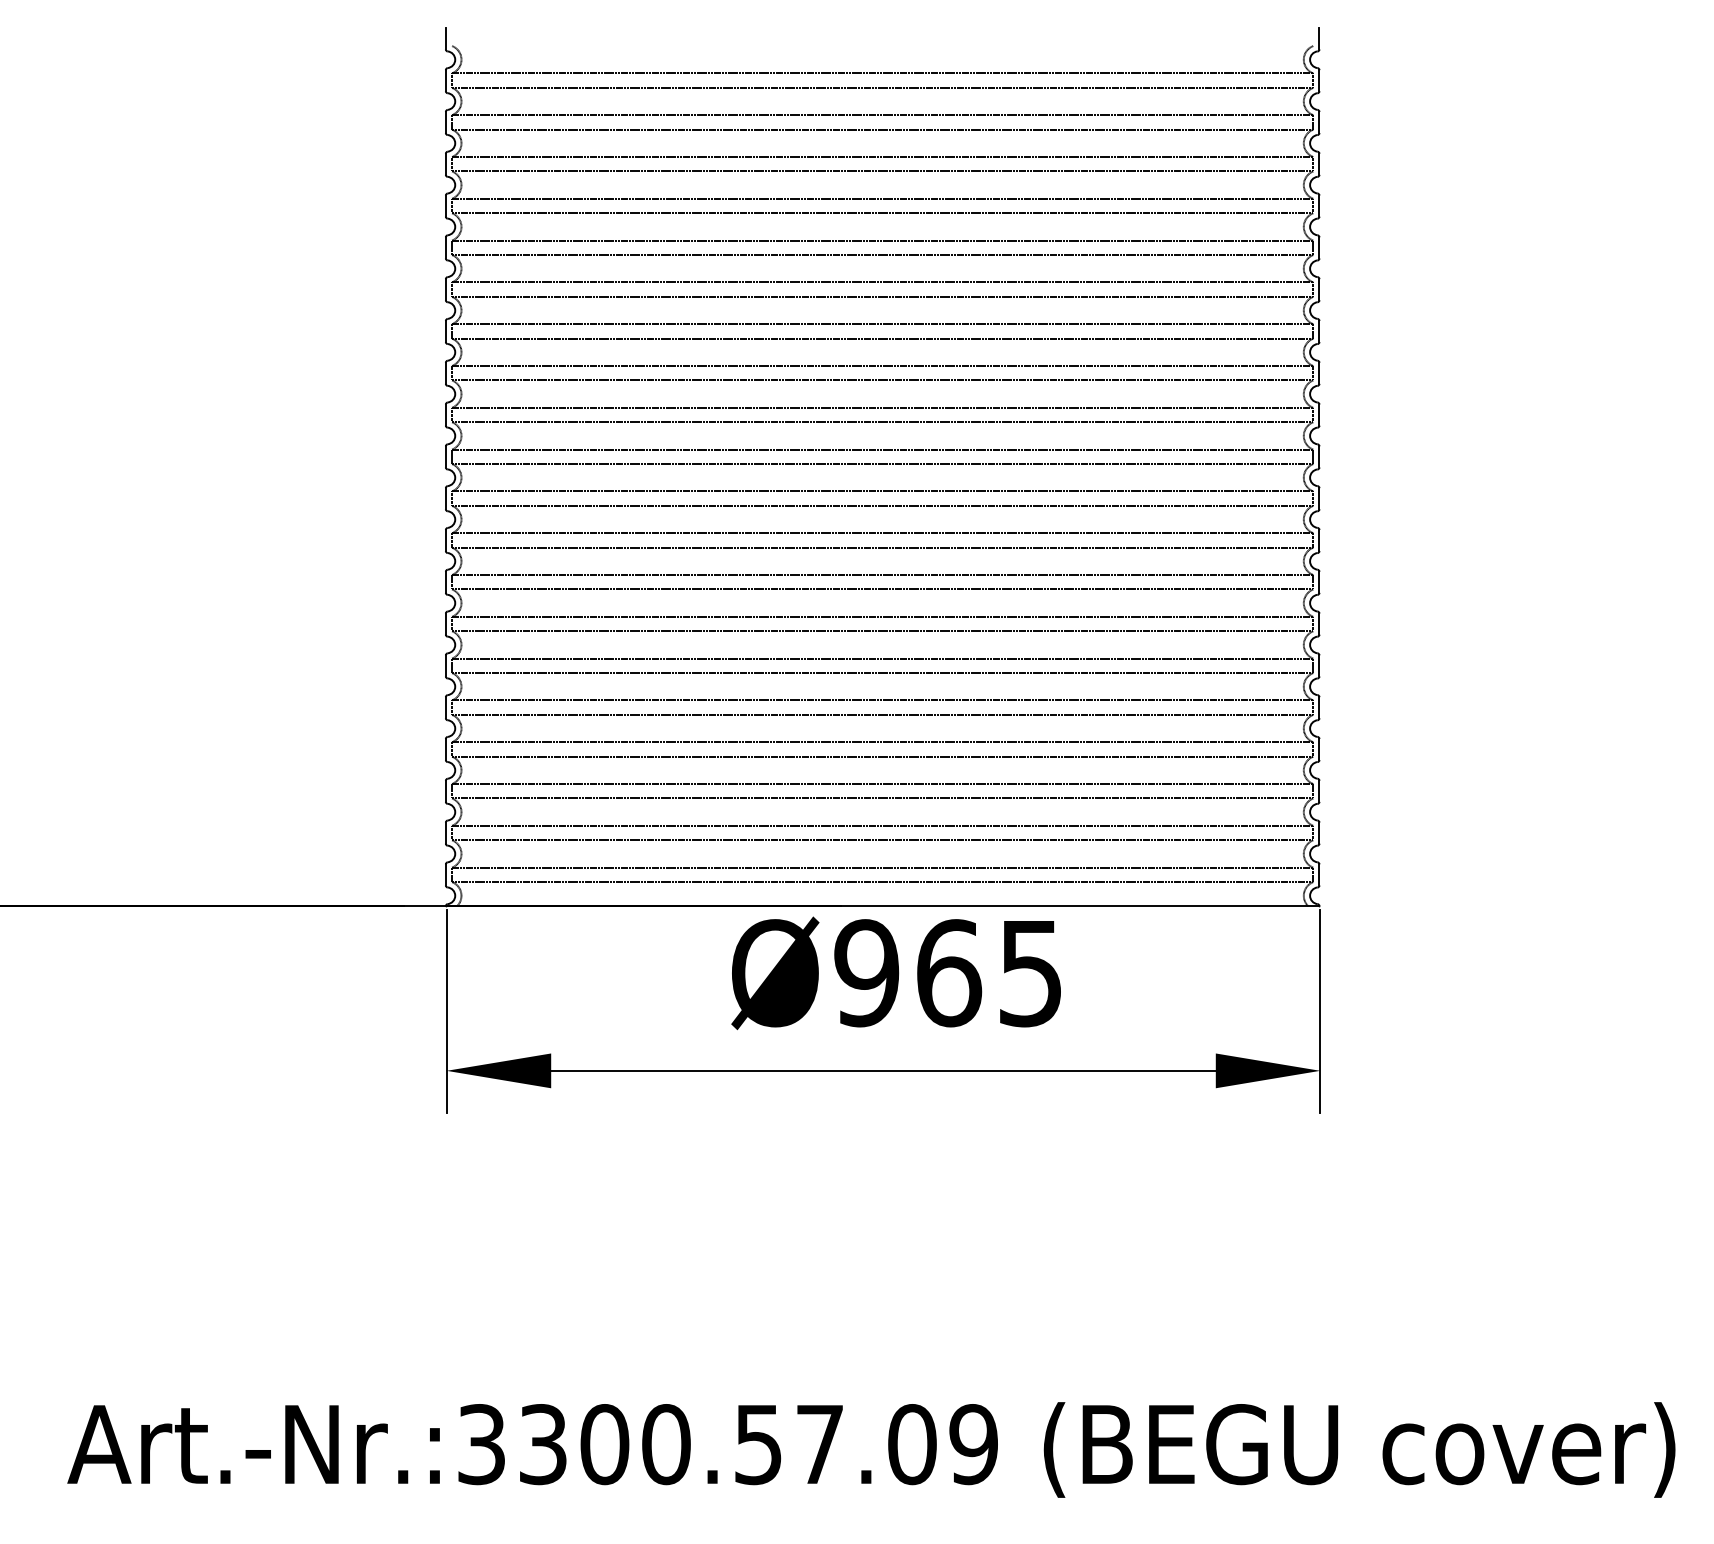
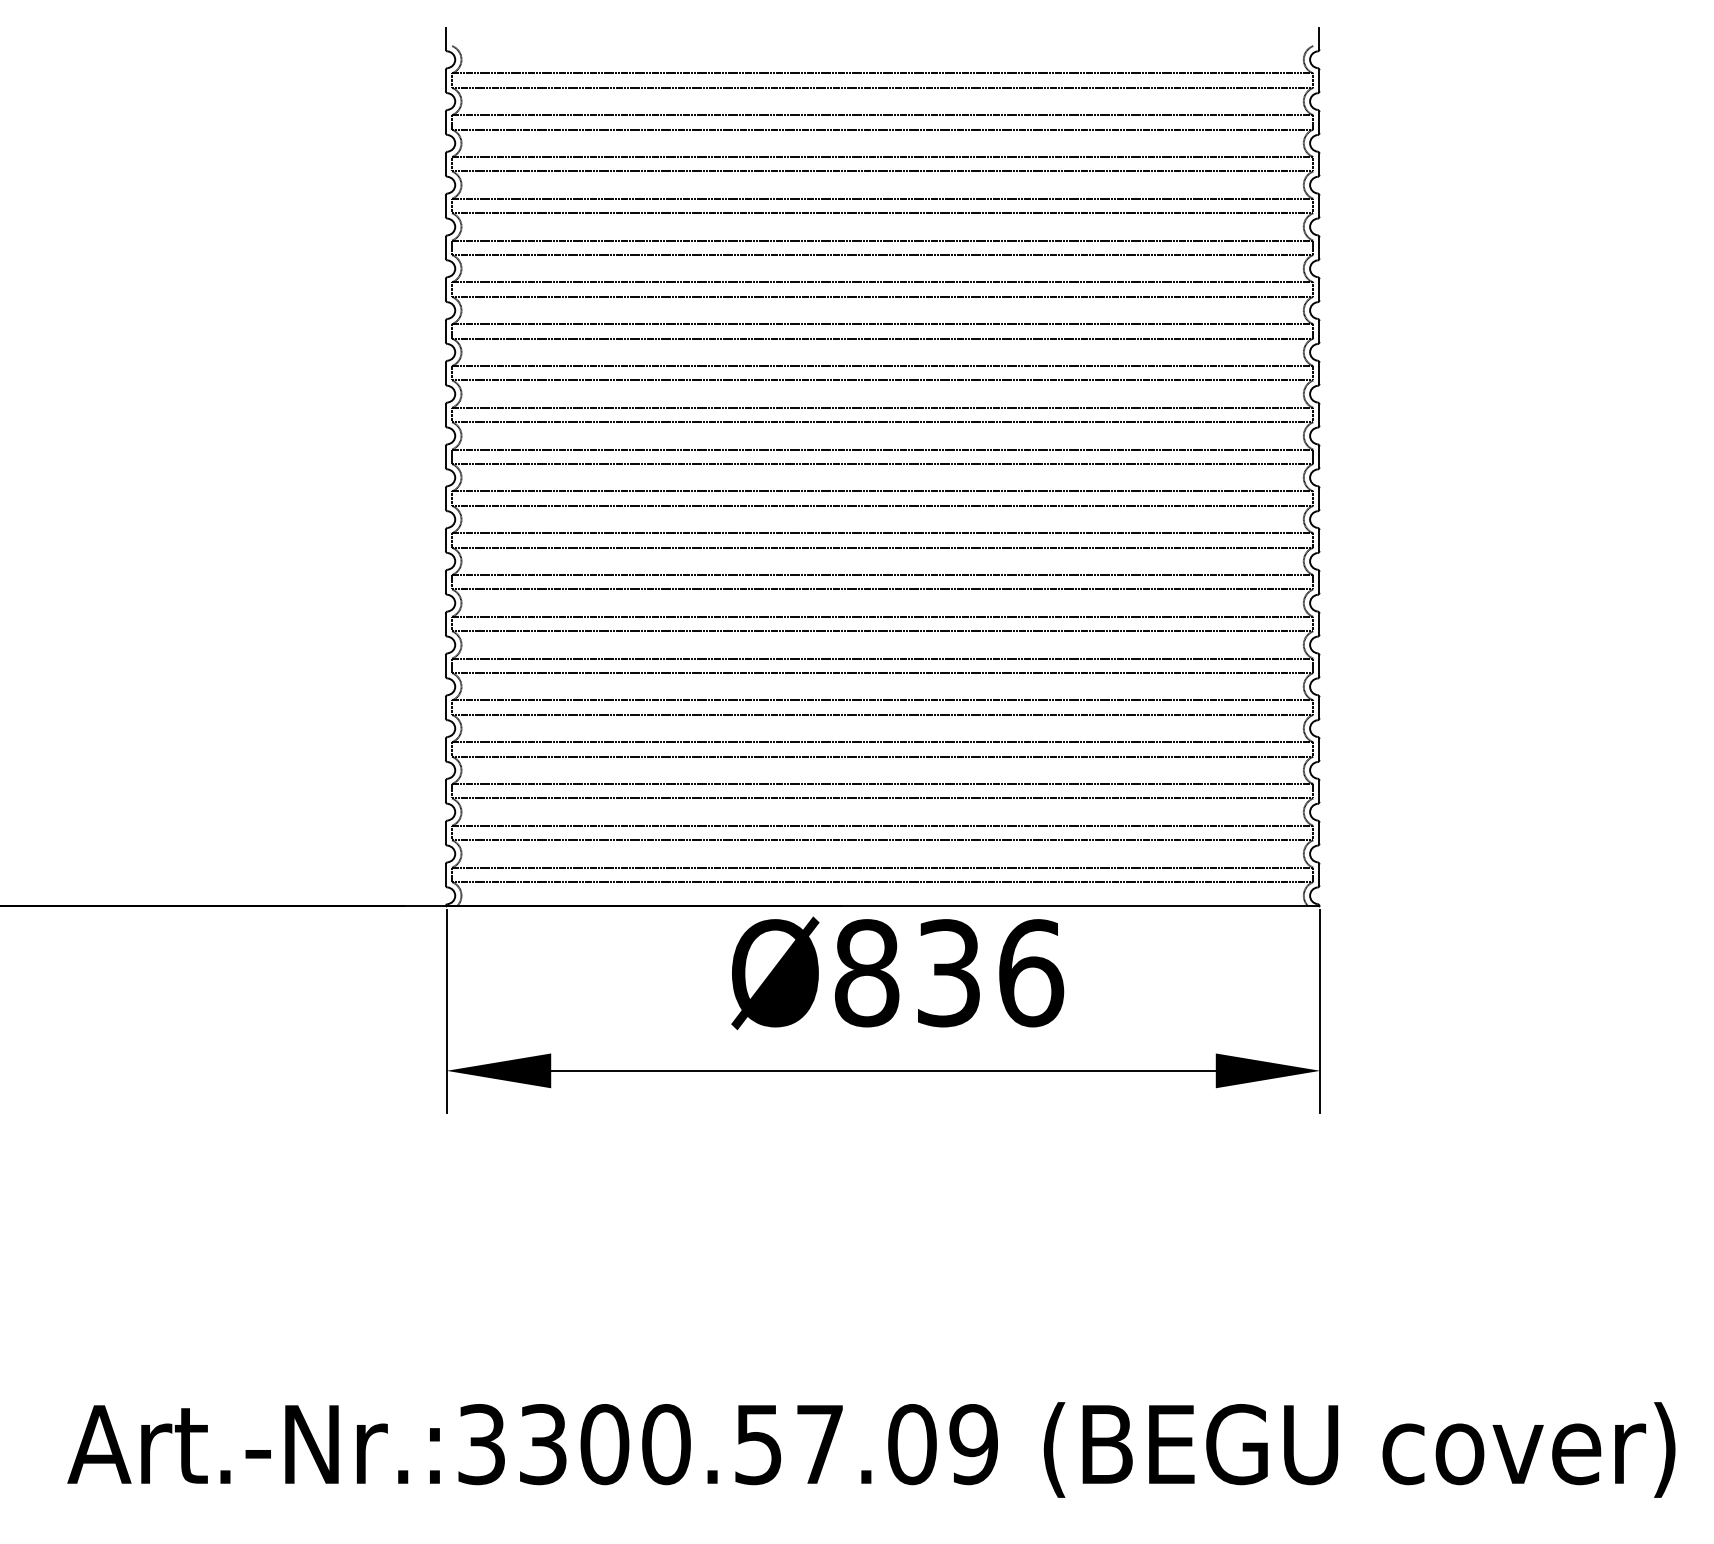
text at (949, 973): Ø965 -> Ø836
